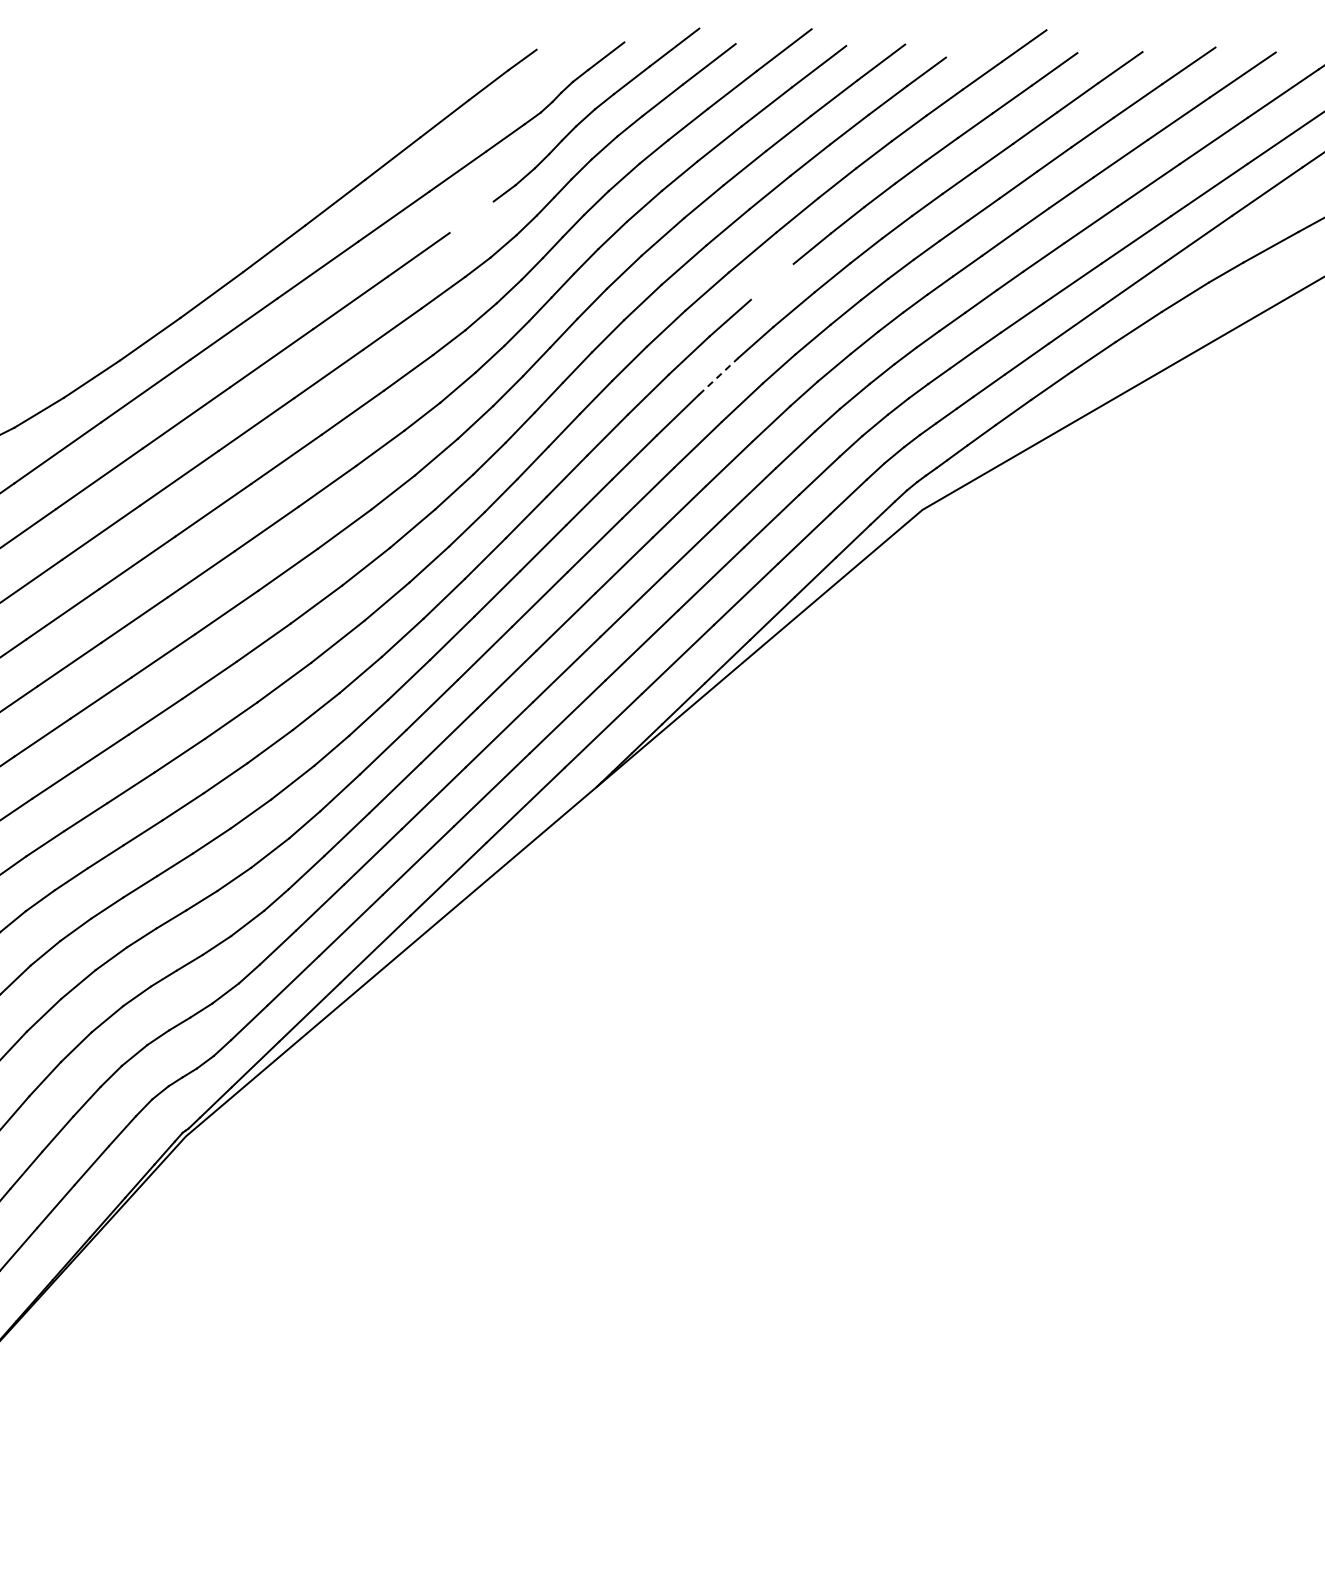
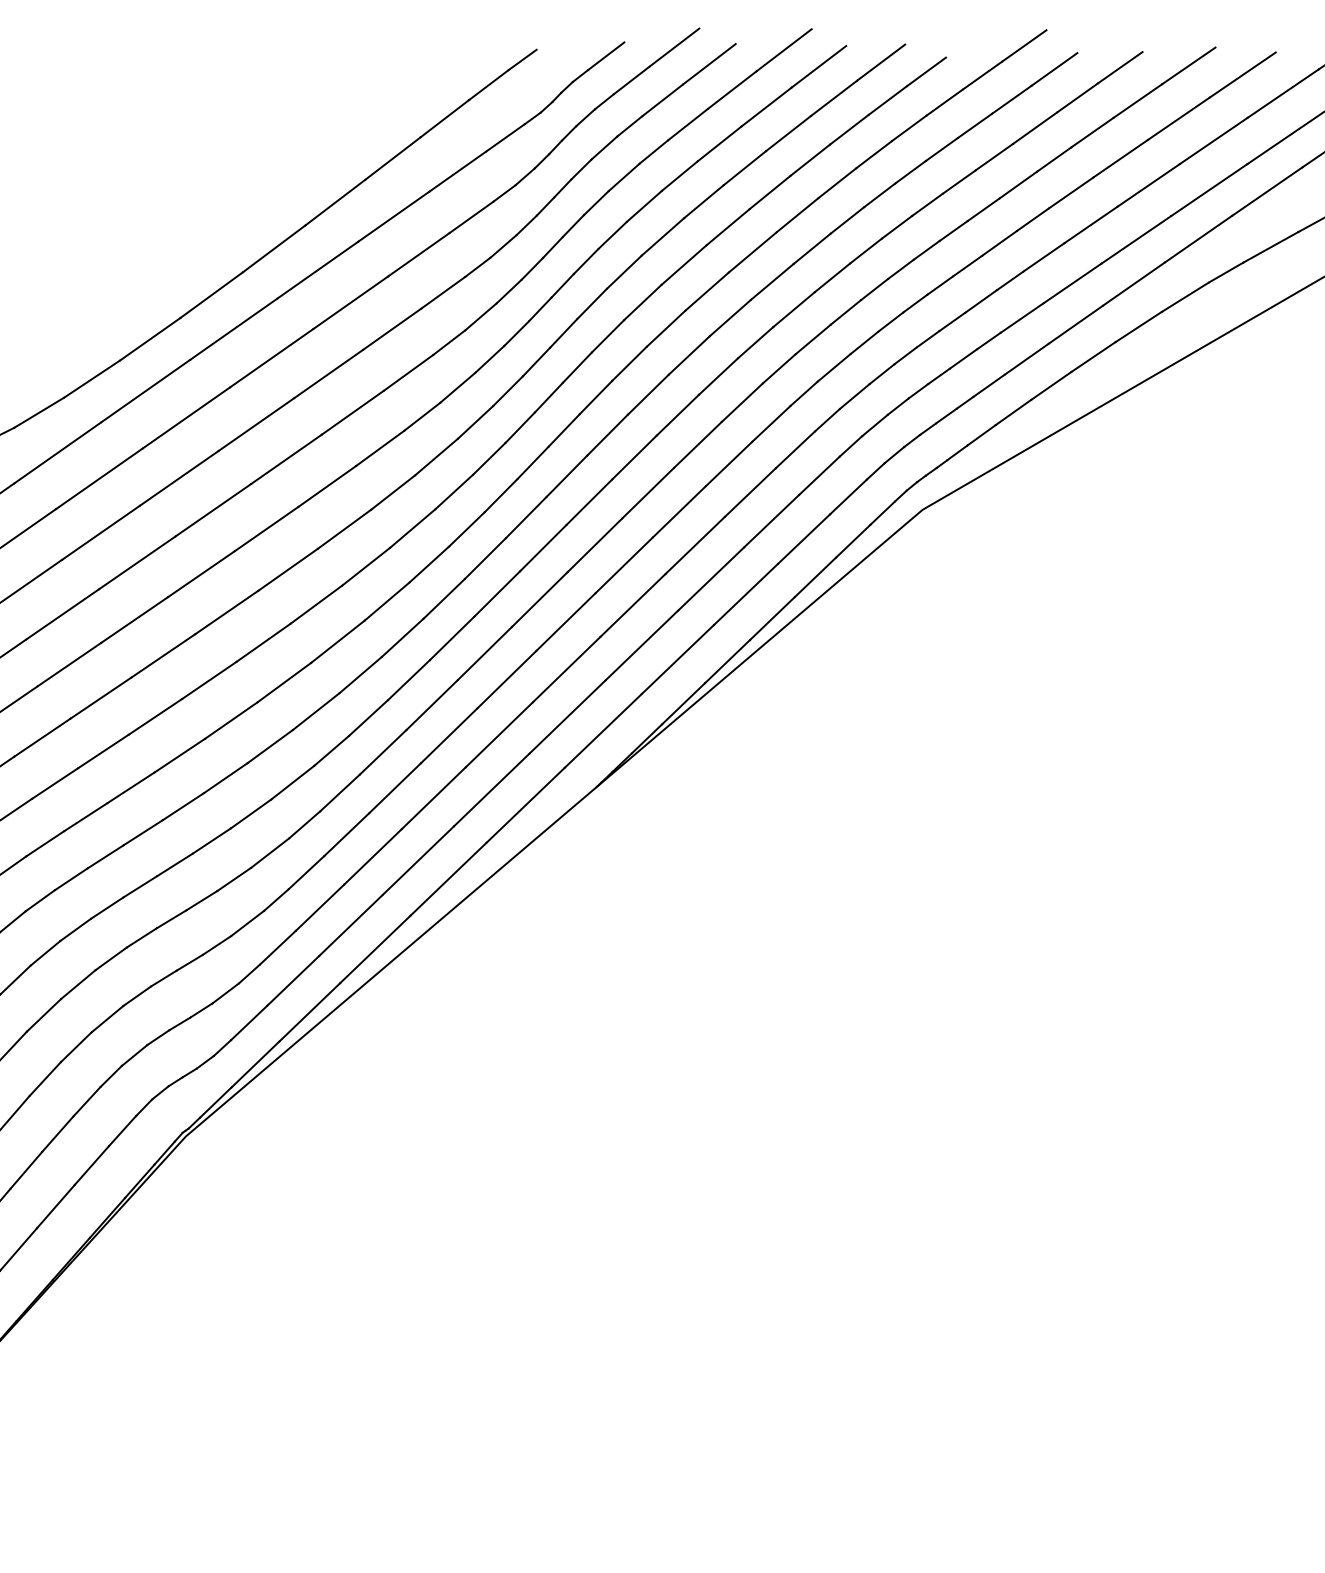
line at (471, 217): none -> present
line at (771, 281): none -> present
line at (718, 376): dashed -> solid
